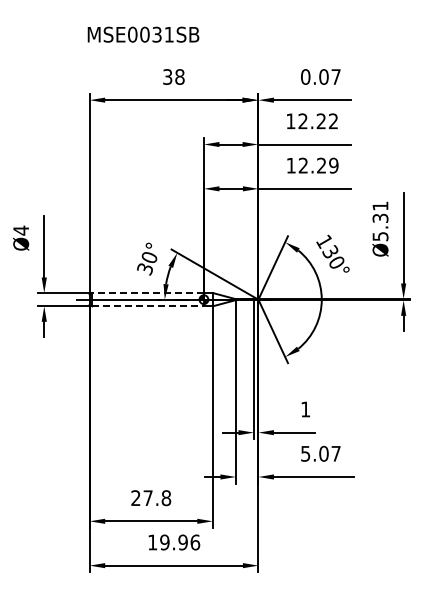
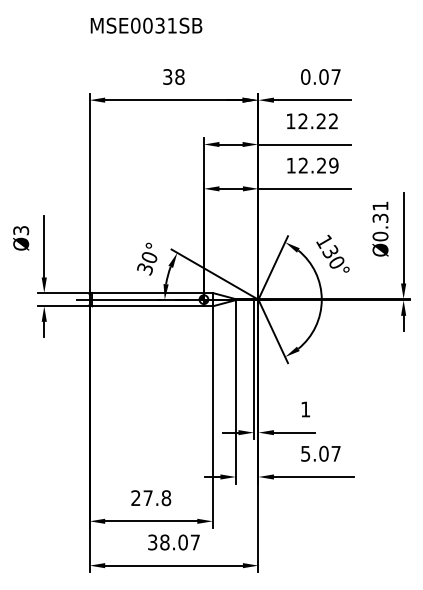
text at (143, 34) position: (143, 34) -> (146, 25)
text at (21, 230): Ø4 -> Ø3
text at (380, 236): Ø5.31 -> Ø0.31
line at (148, 293): dashed -> solid
line at (148, 306): dashed -> solid
text at (174, 542): 19.96 -> 38.07
